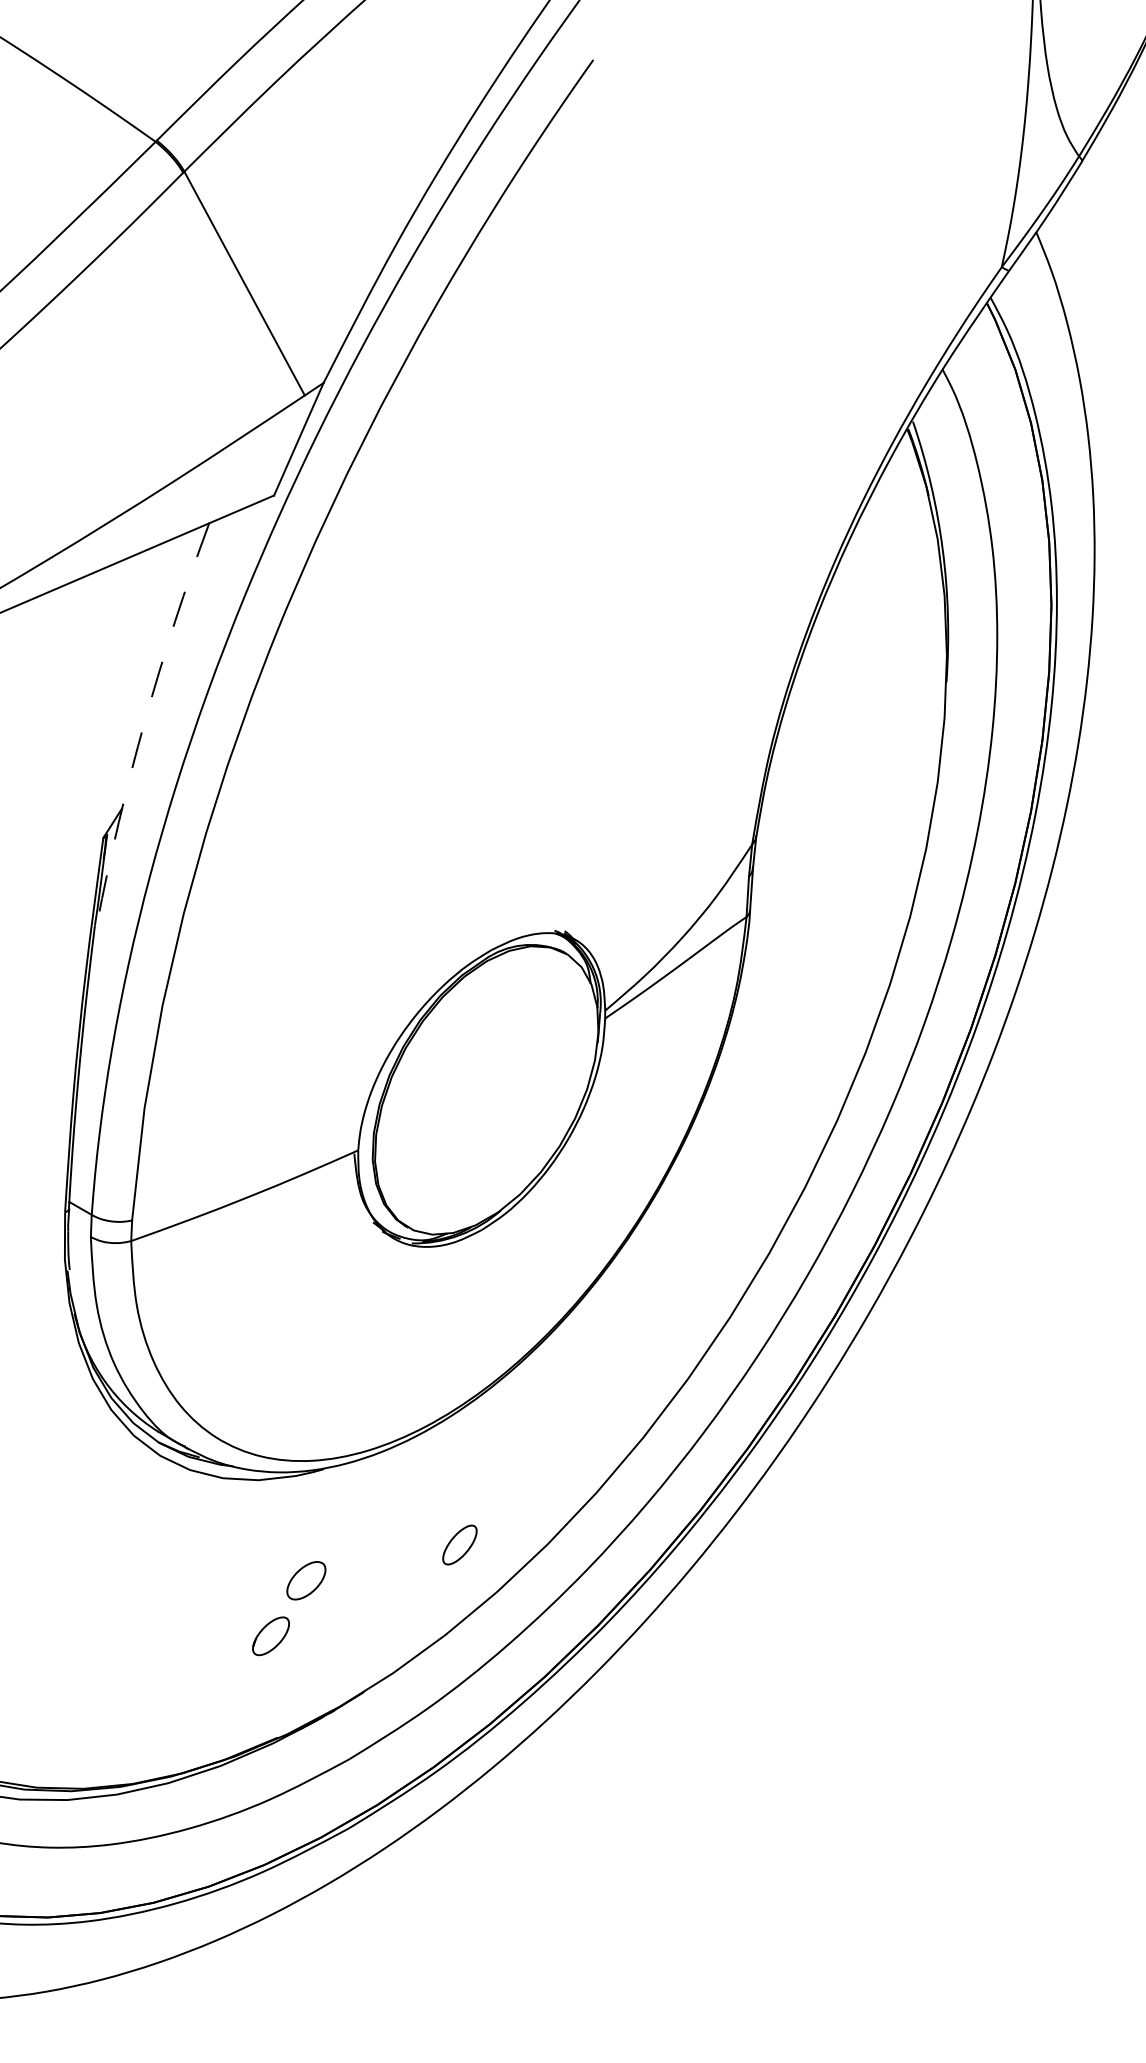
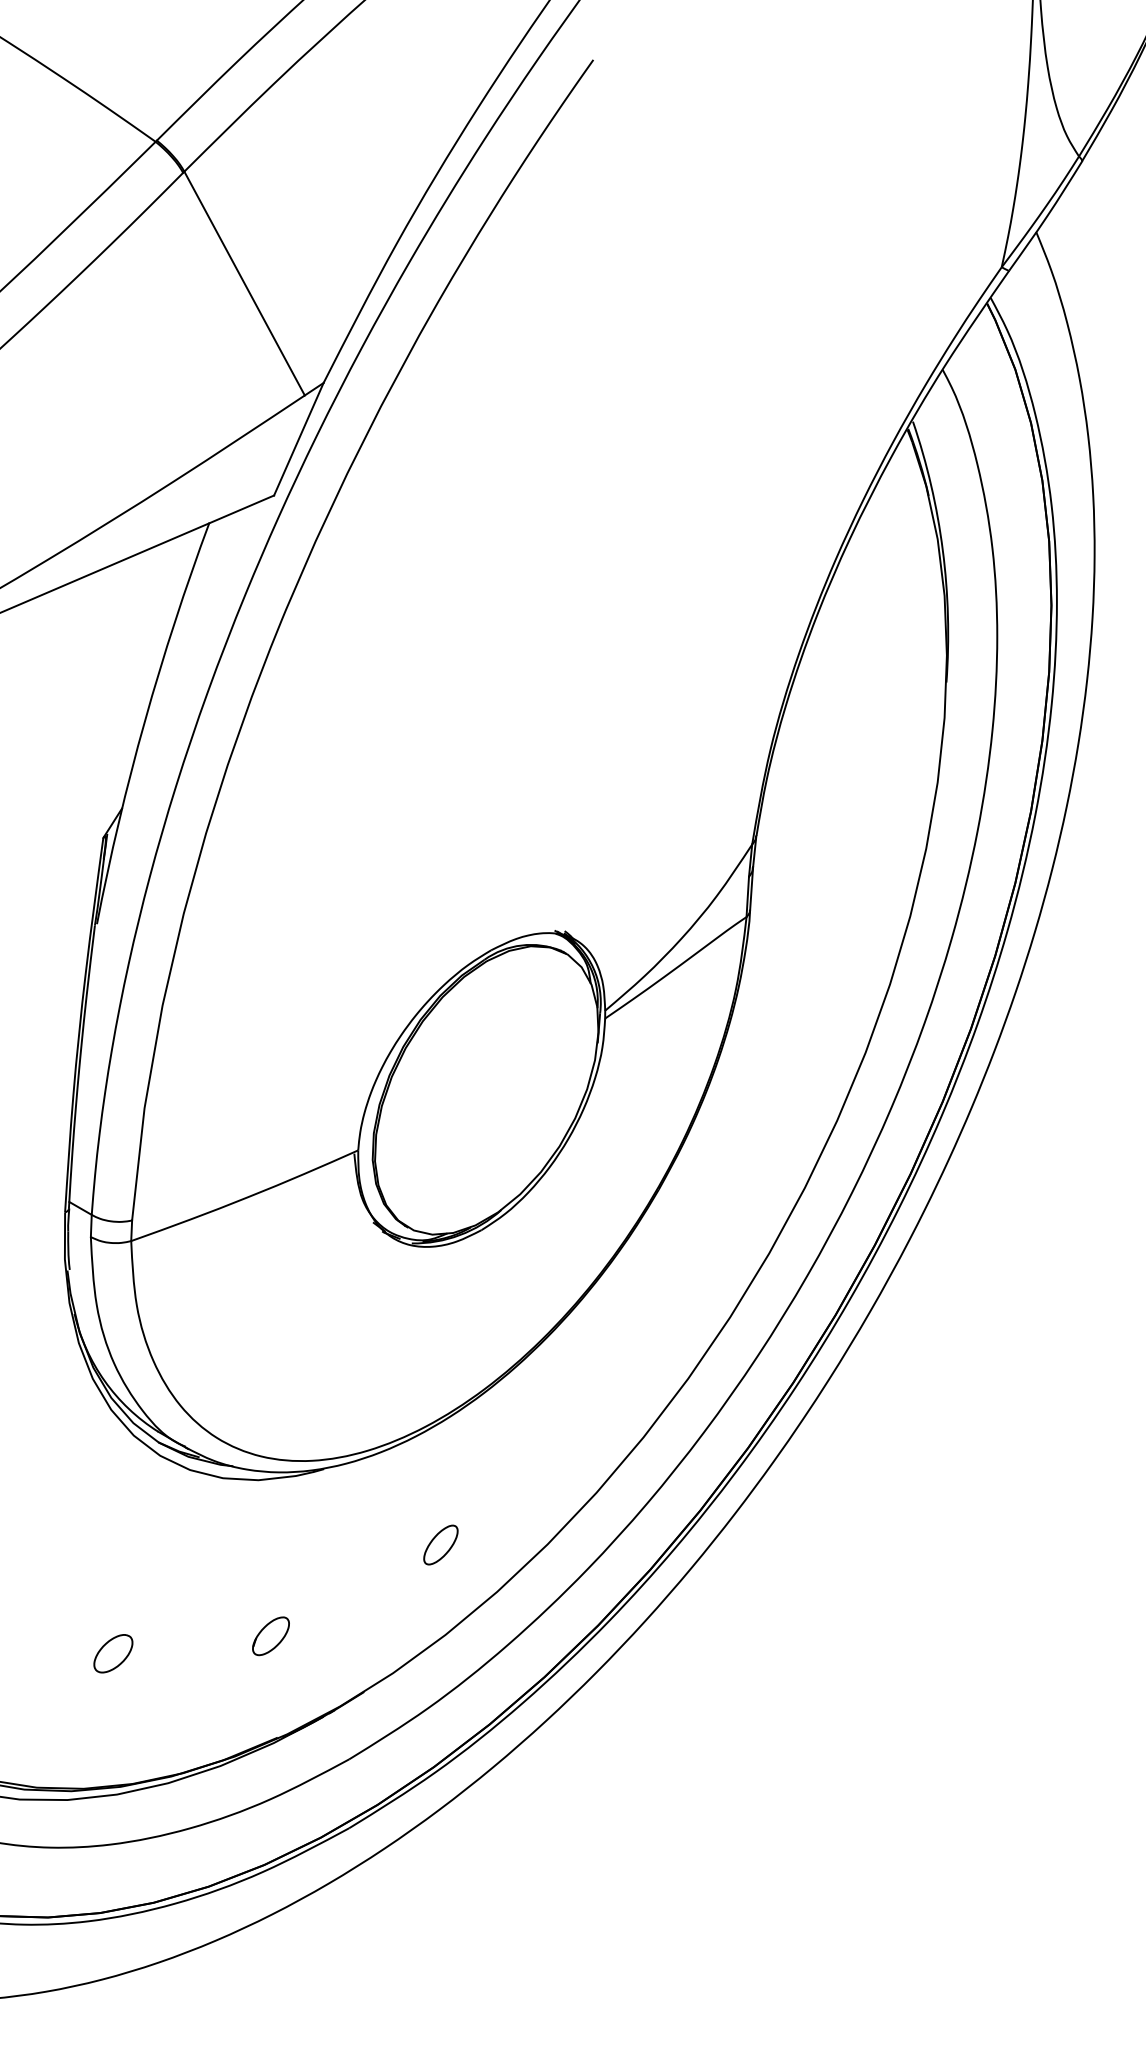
arc at (144, 721): dashed -> solid
part at (459, 1544) position: (459, 1544) -> (440, 1544)
part at (306, 1580) position: (306, 1580) -> (113, 1653)
